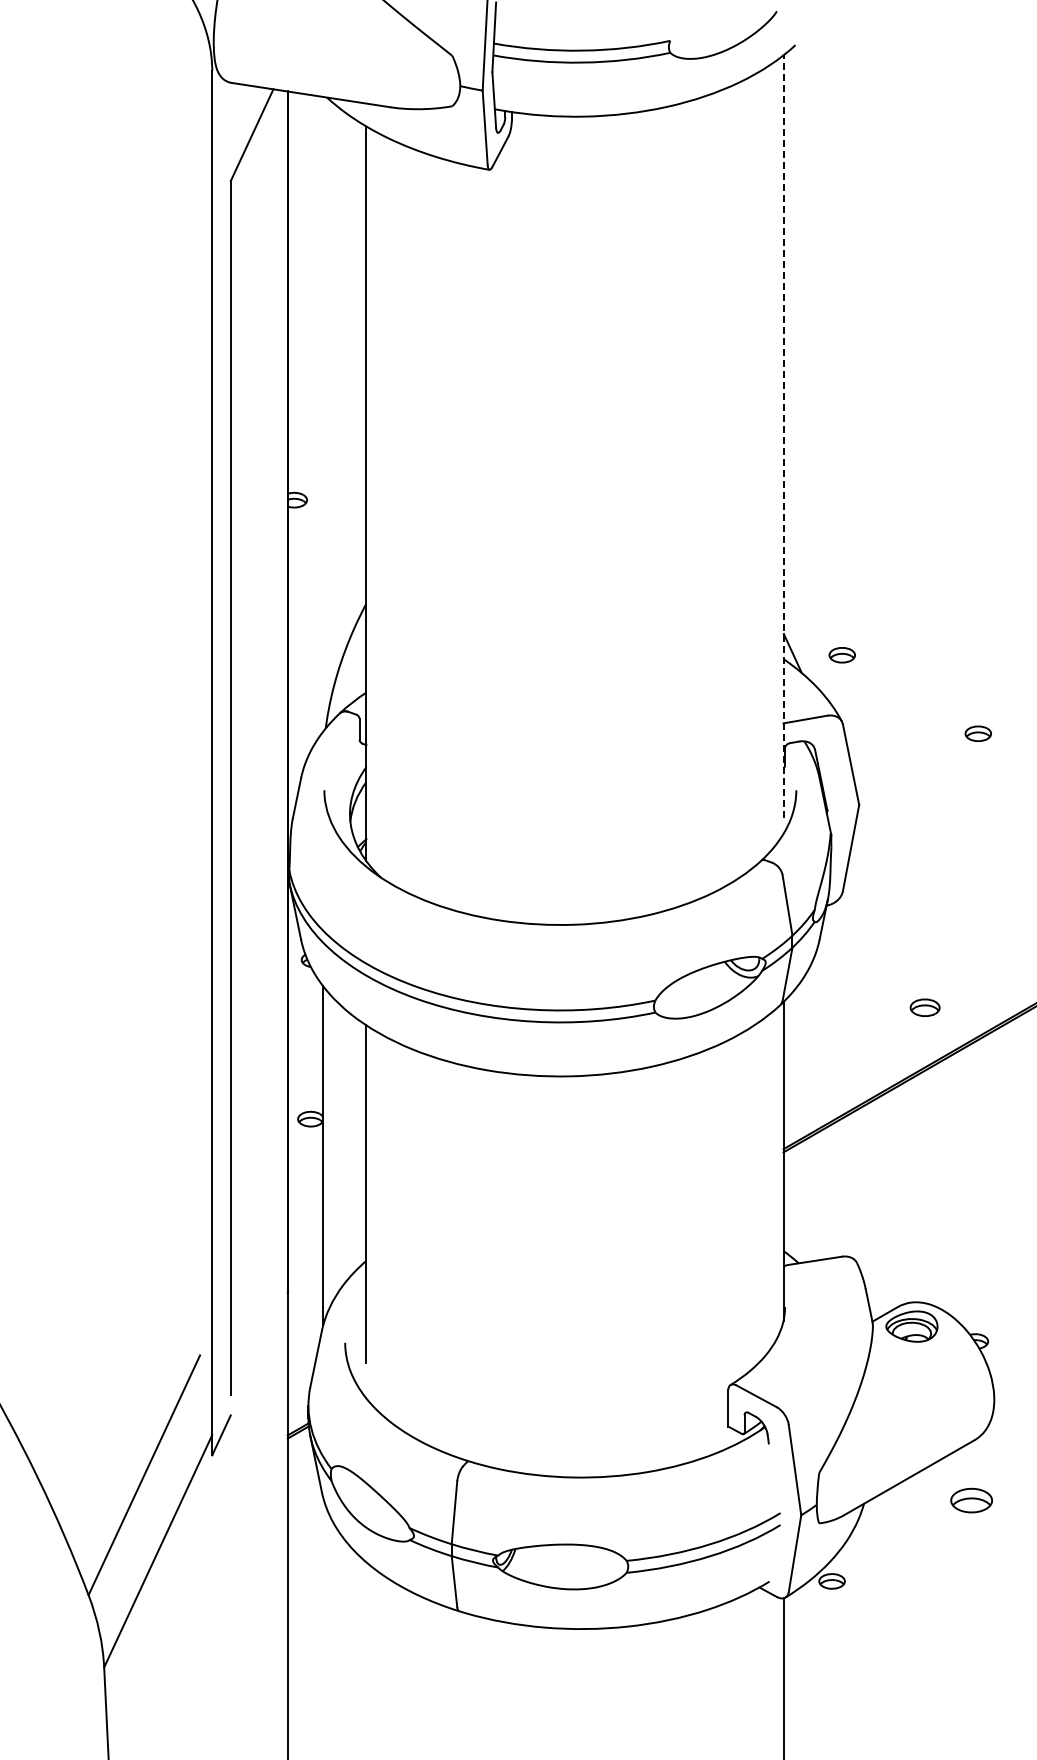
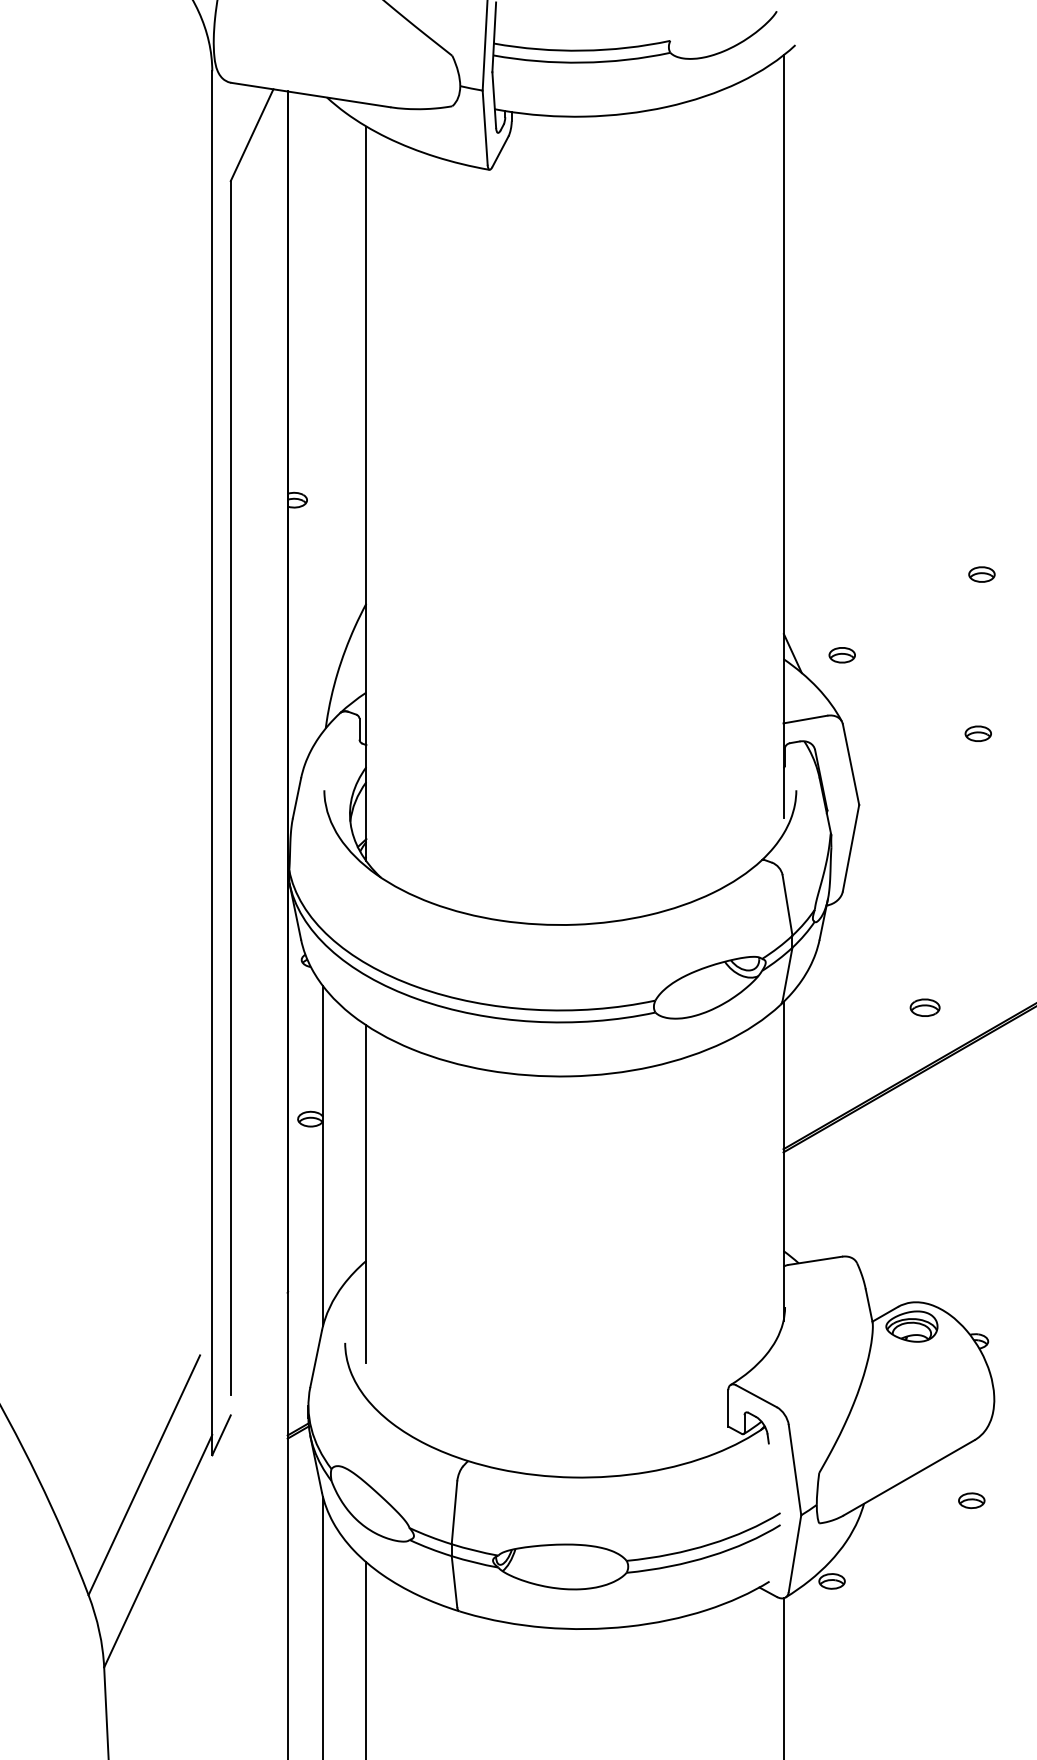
line at (783, 436): dashed -> solid
part at (981, 574): none -> present
part at (971, 1500) size: 43x27 px -> 28x18 px
line at (323, 1626): none -> present
line at (366, 1659): none -> present
